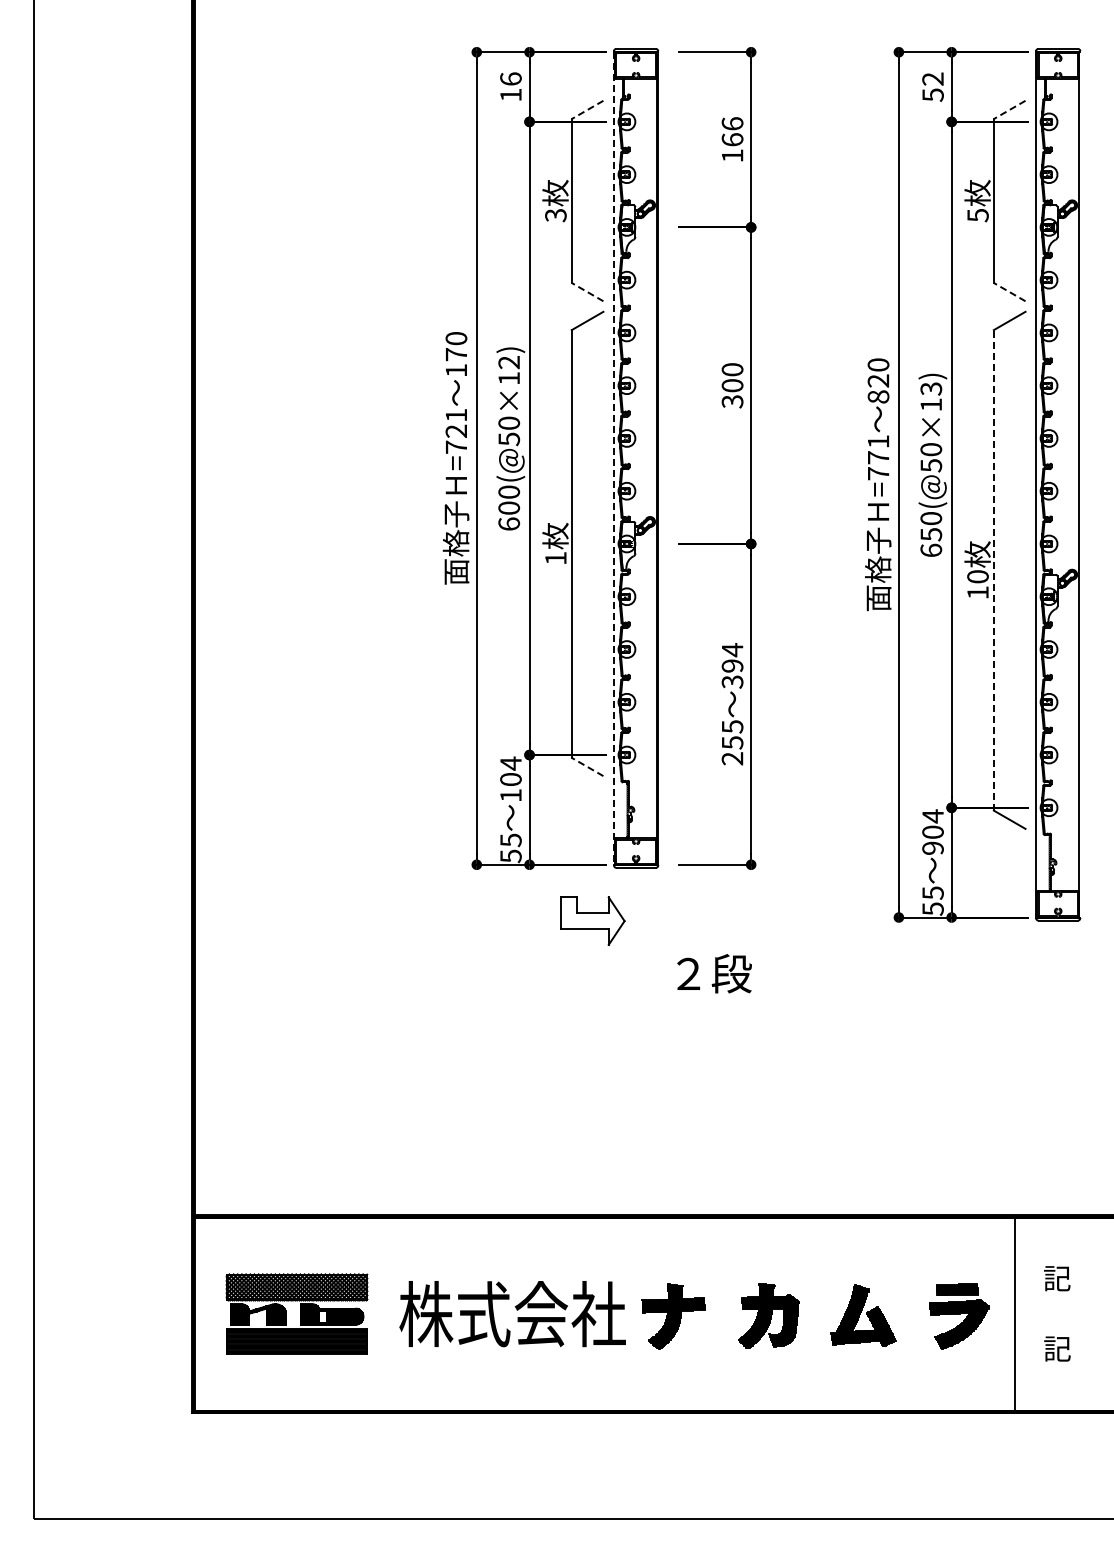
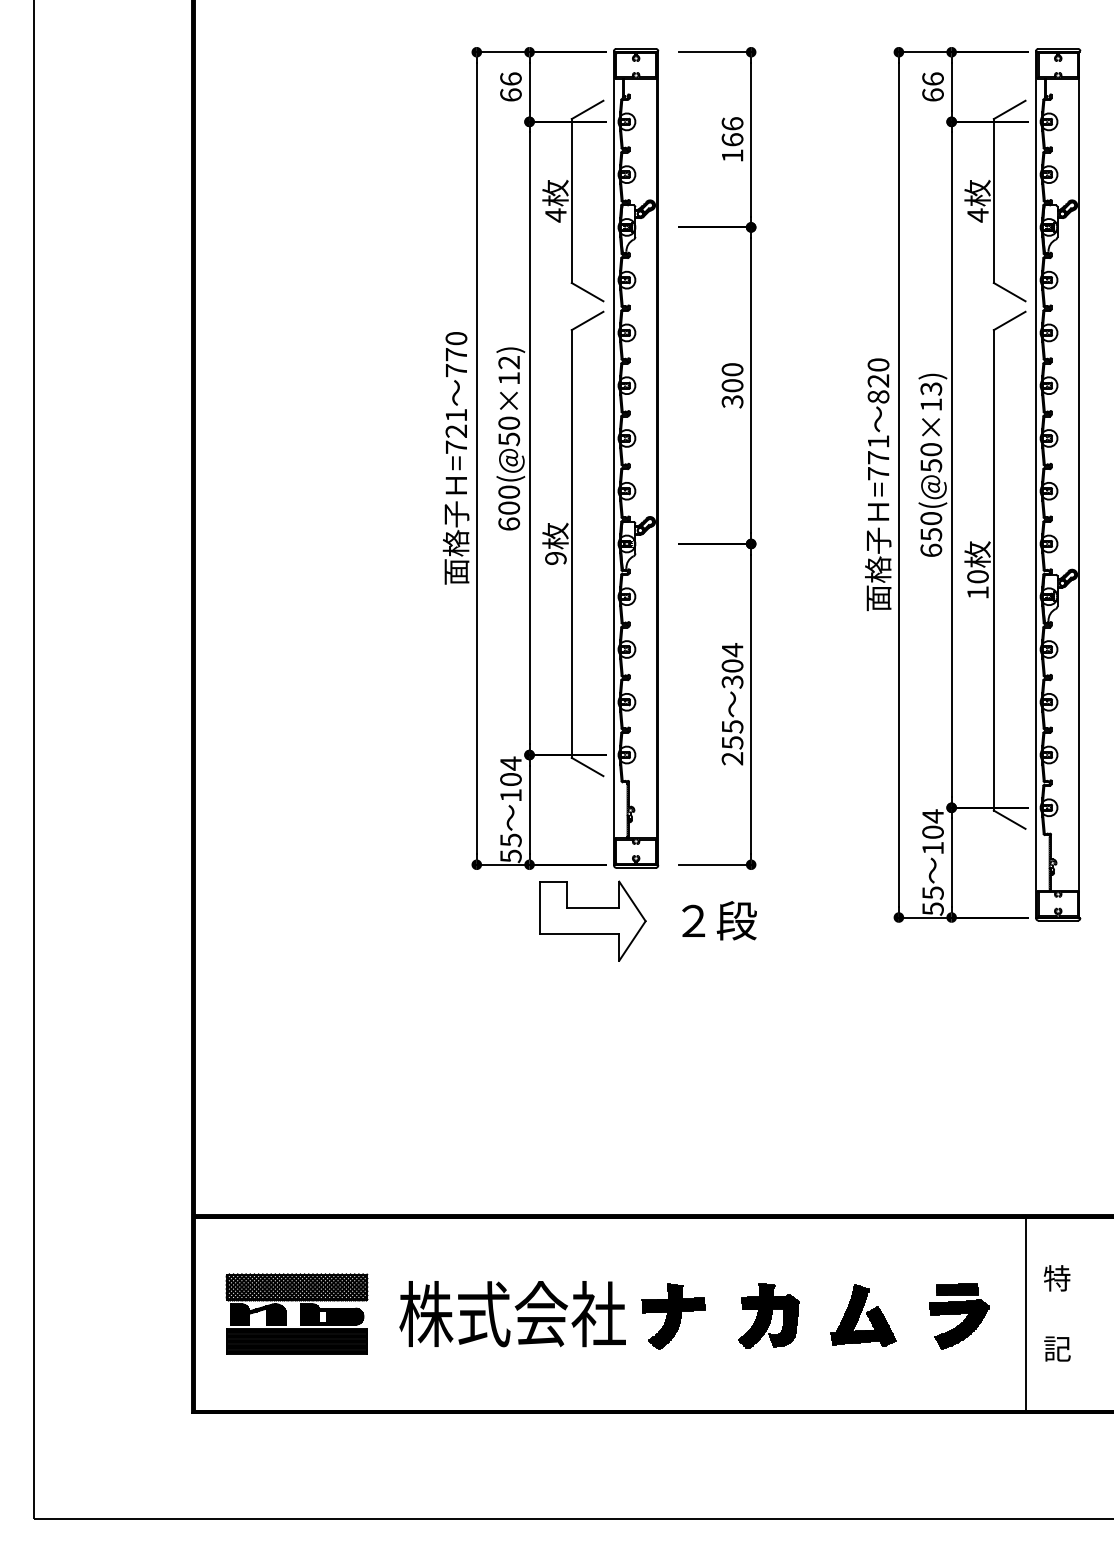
text at (932, 86): 52 -> 66
text at (510, 94): 16 -> 66
line at (587, 110): dashed -> solid
line at (1009, 110): dashed -> solid
text at (555, 215): 3 -> 4
text at (977, 215): 5 -> 4
line at (587, 291): dashed -> solid
line at (1009, 291): dashed -> solid
text at (456, 370): 170 -> 770
line at (613, 459): dashed -> solid
text at (555, 558): 1 -> 9
line at (993, 569): dashed -> solid
text at (732, 665): 394 -> 304
line at (587, 766): dashed -> solid
text at (932, 847): 904 -> 104
part at (592, 920) size: 66x50 px -> 108x82 px
text at (714, 973) position: (714, 973) -> (719, 920)
text at (1057, 1278): 記 -> 特
line at (1014, 1314) position: (1014, 1314) -> (1025, 1314)
